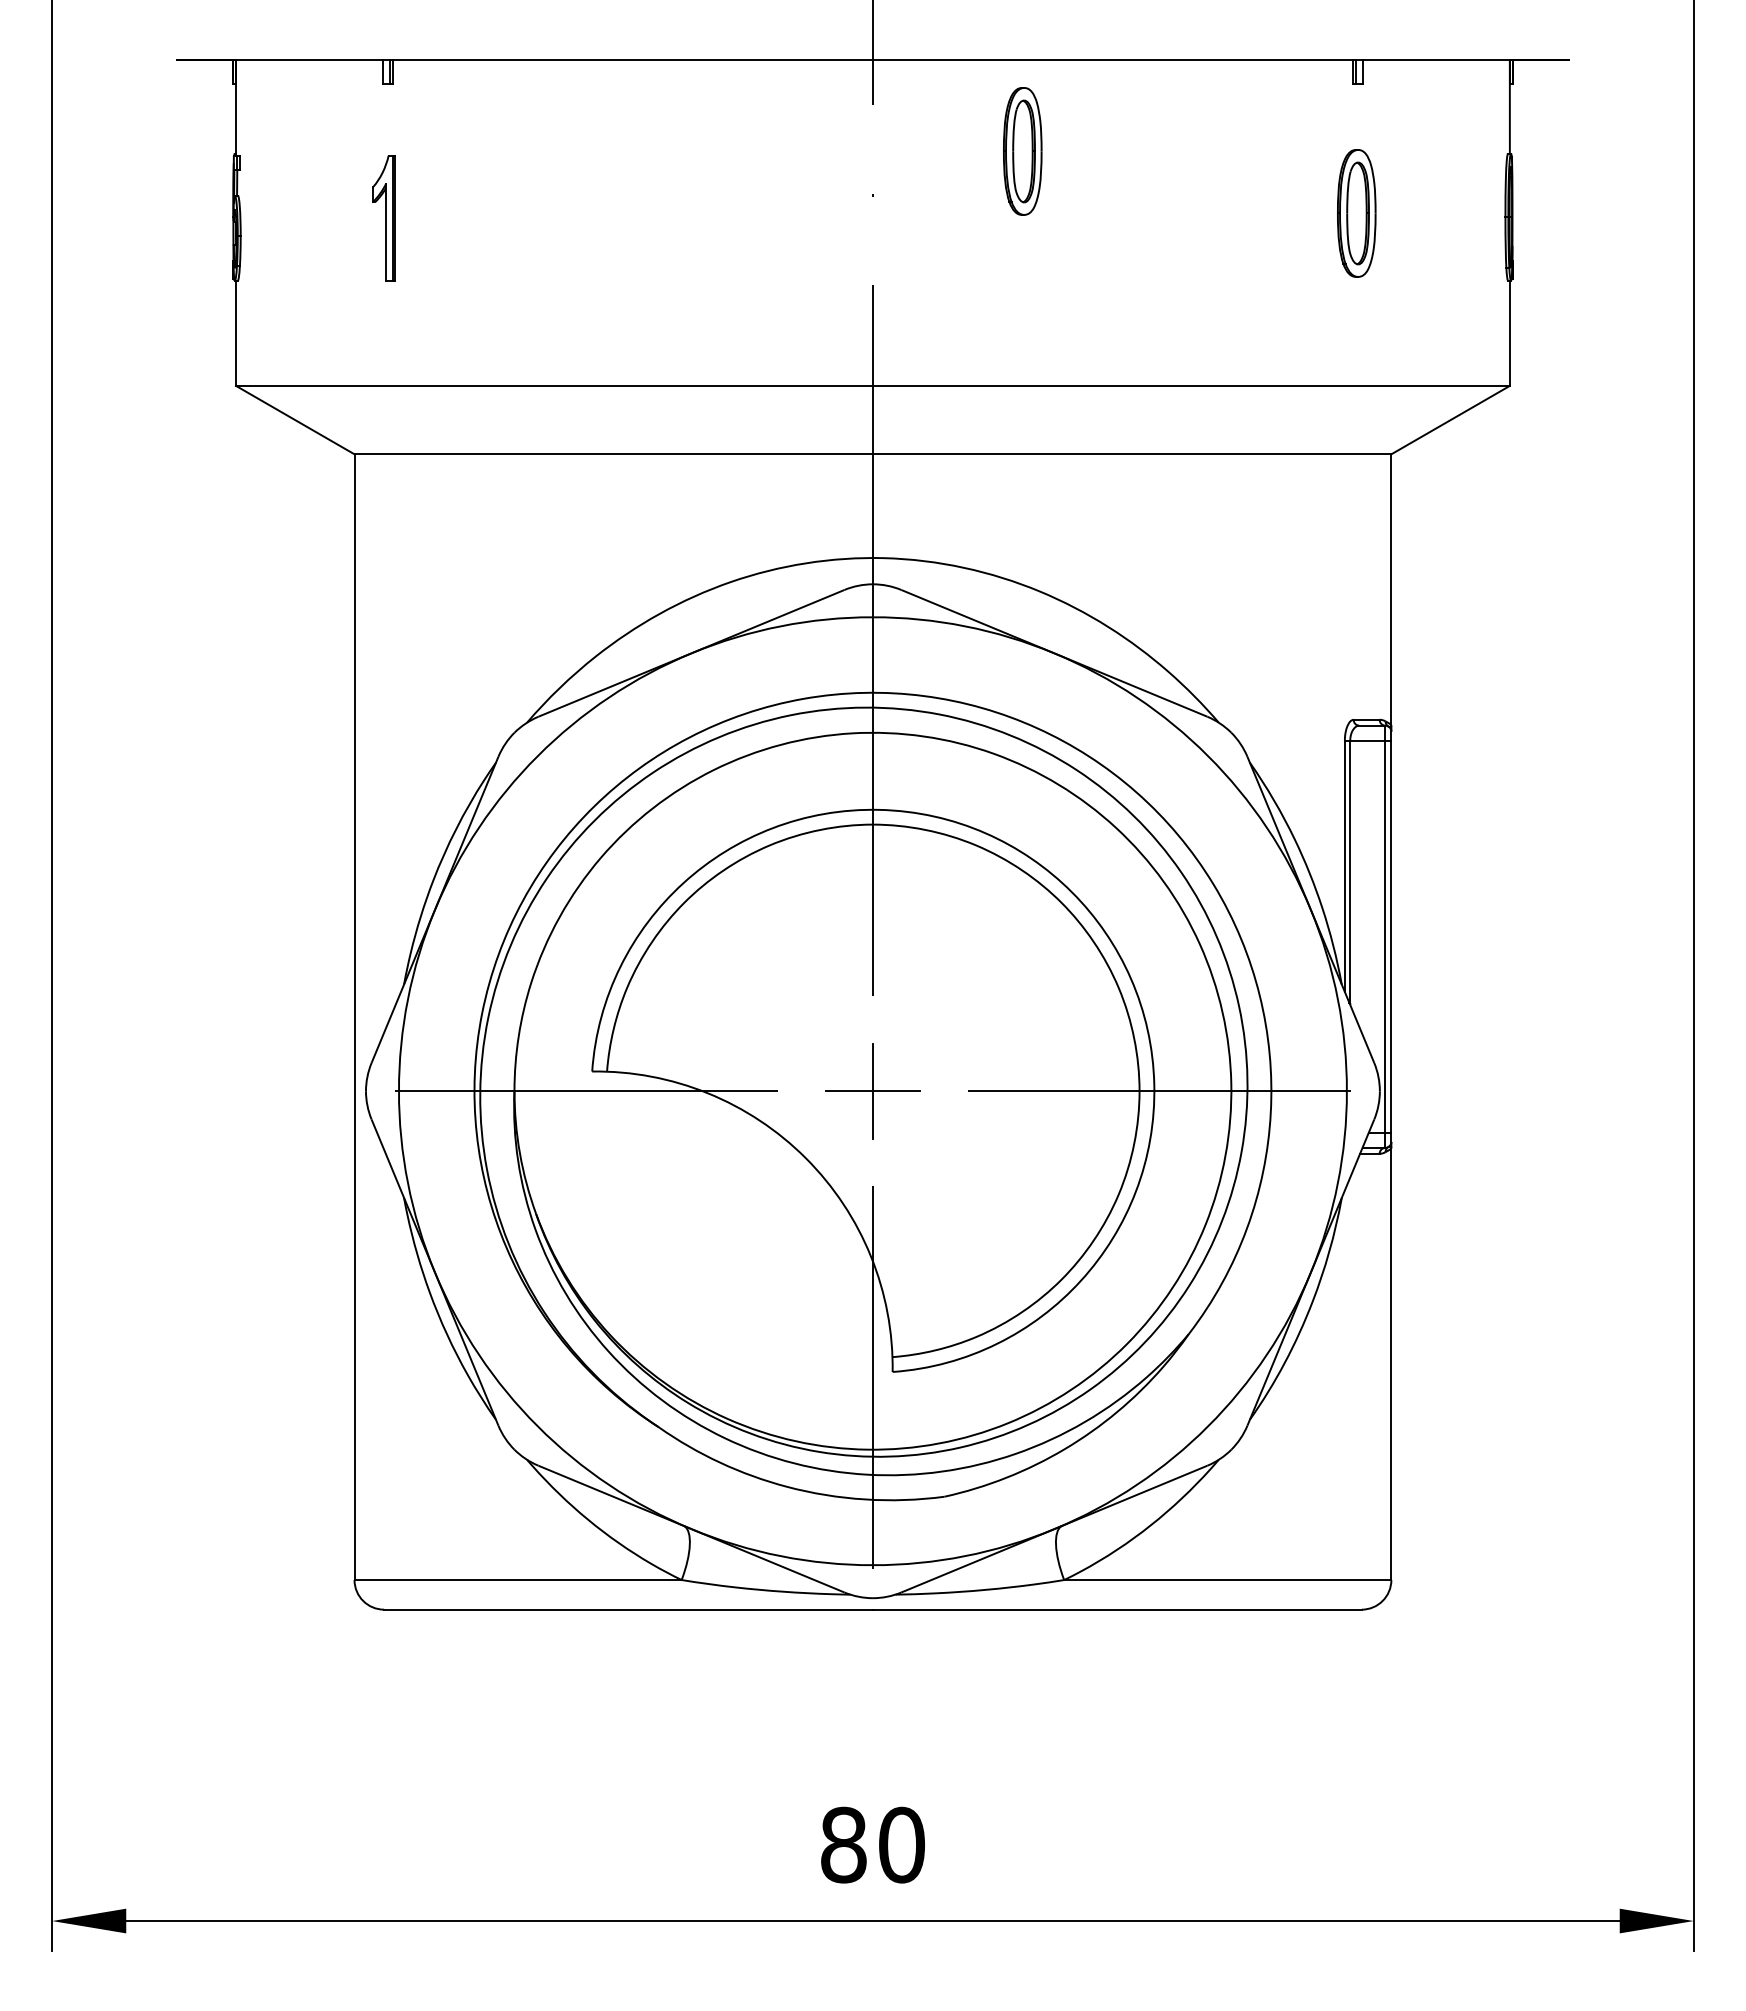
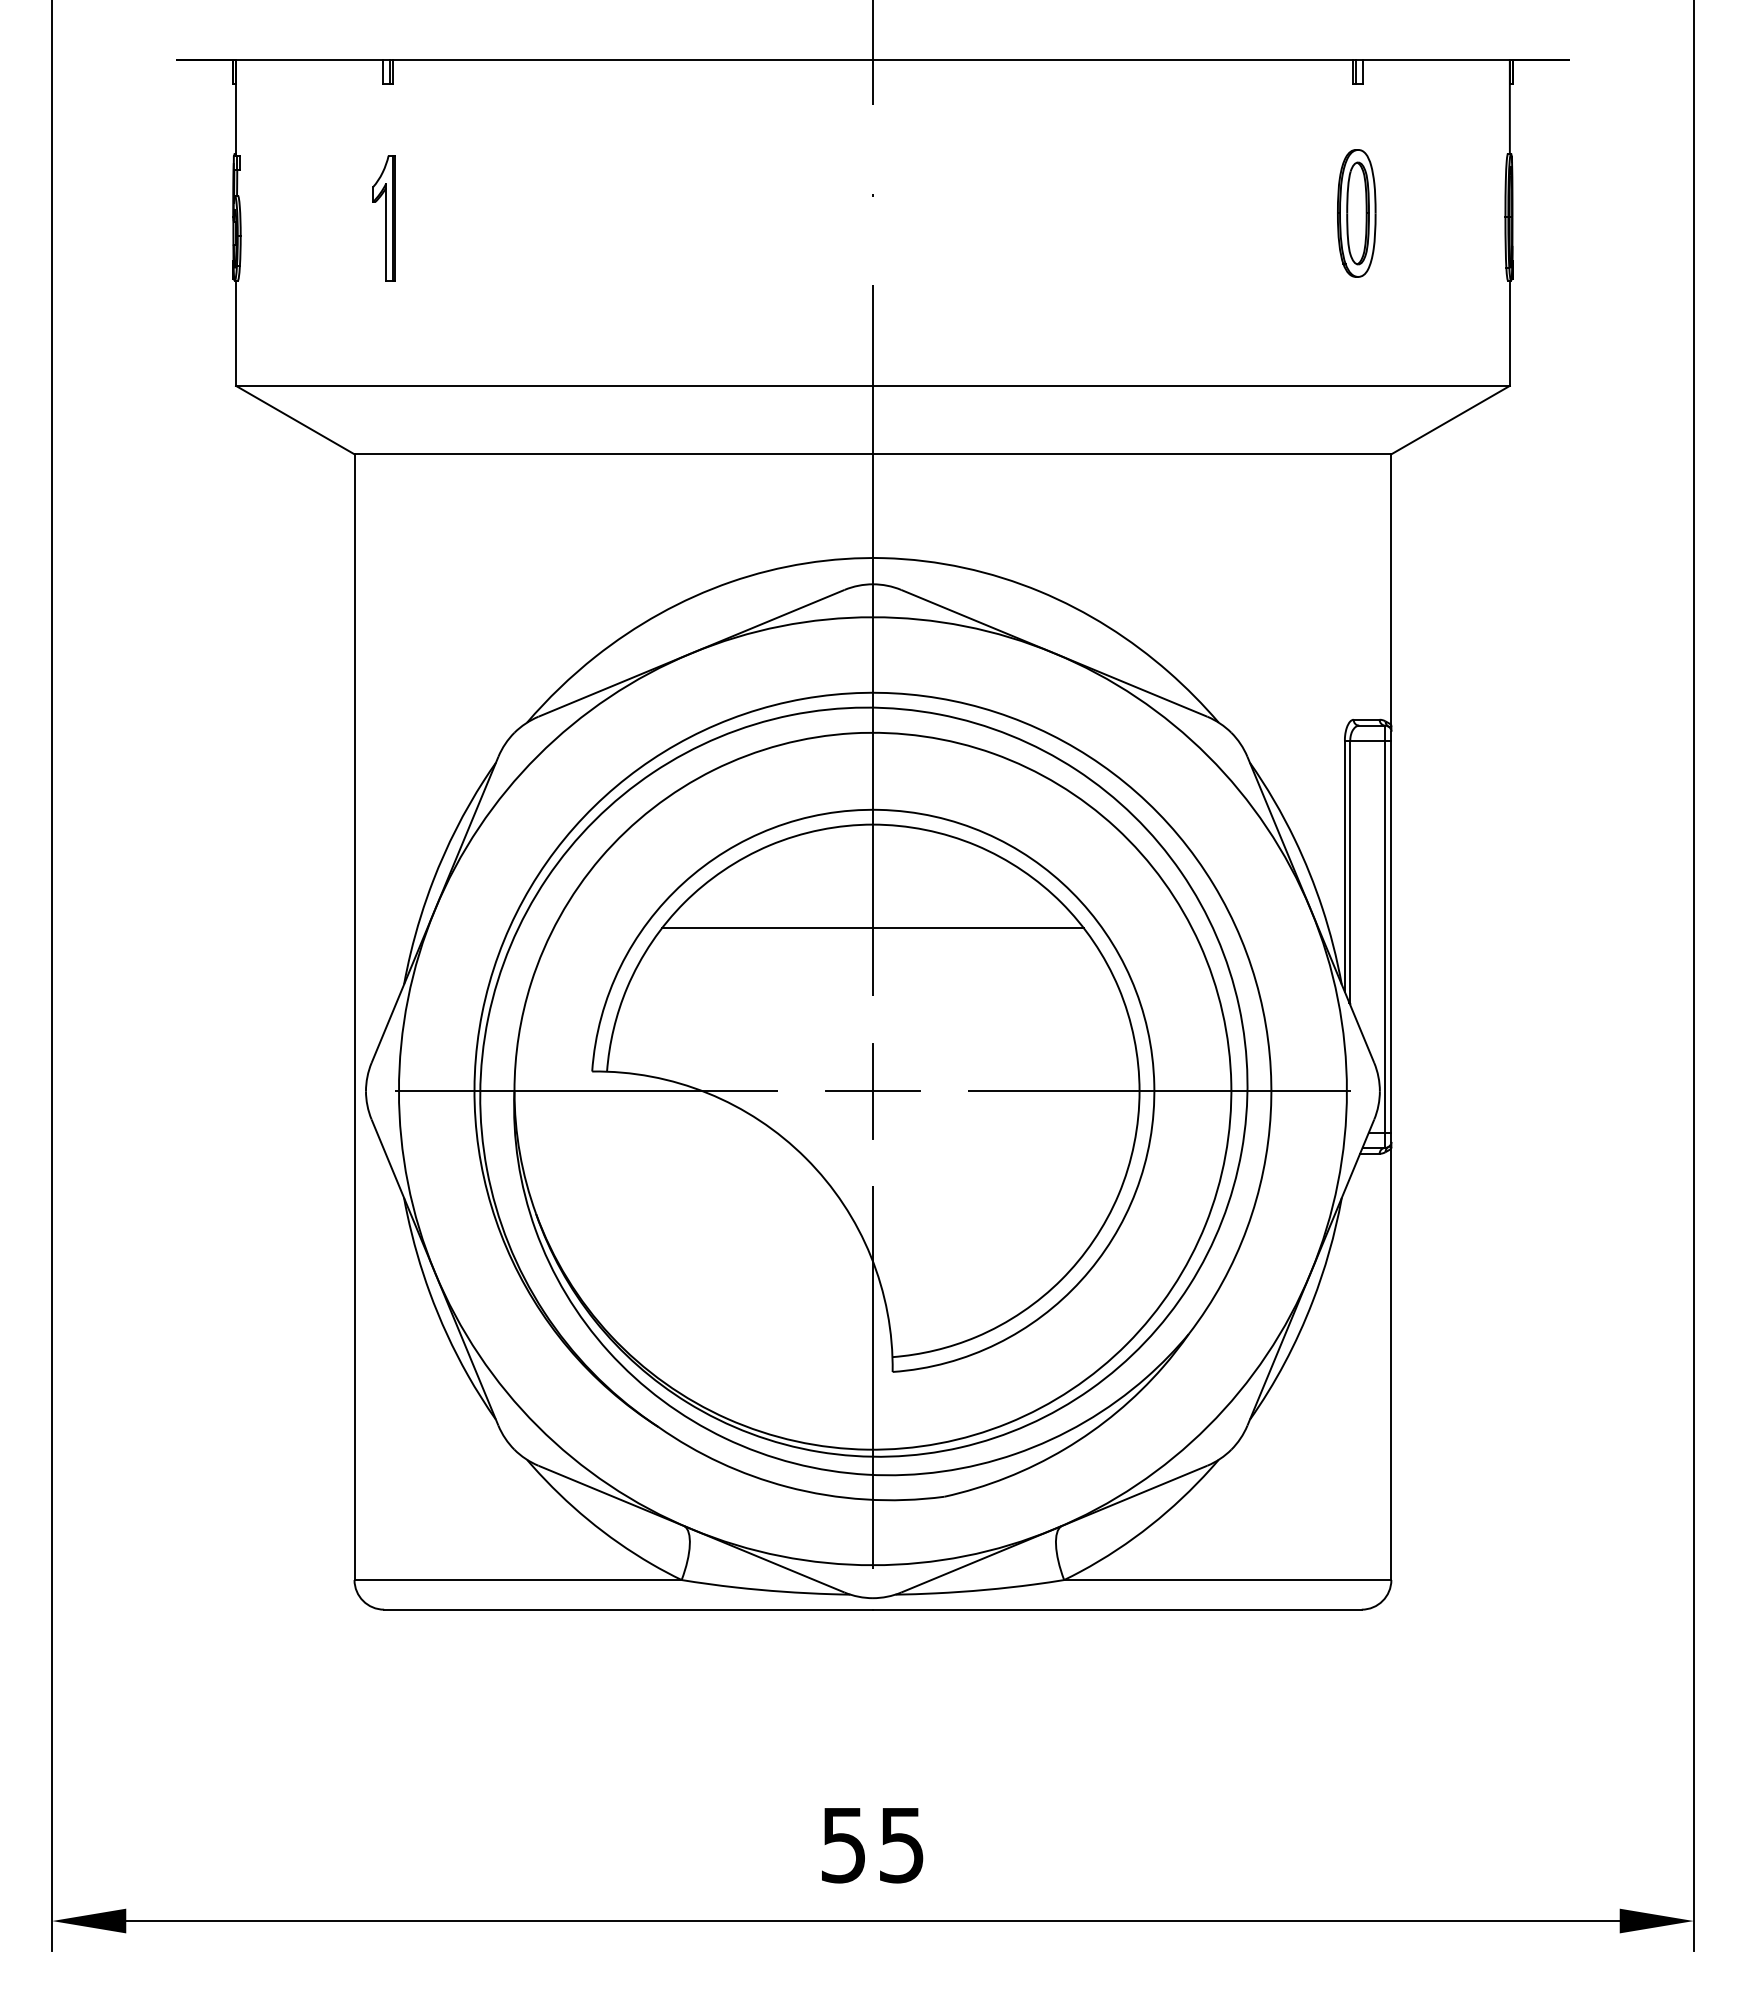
part at (1022, 151): present -> none
line at (872, 928): none -> present
text at (872, 1844): 80 -> 55
